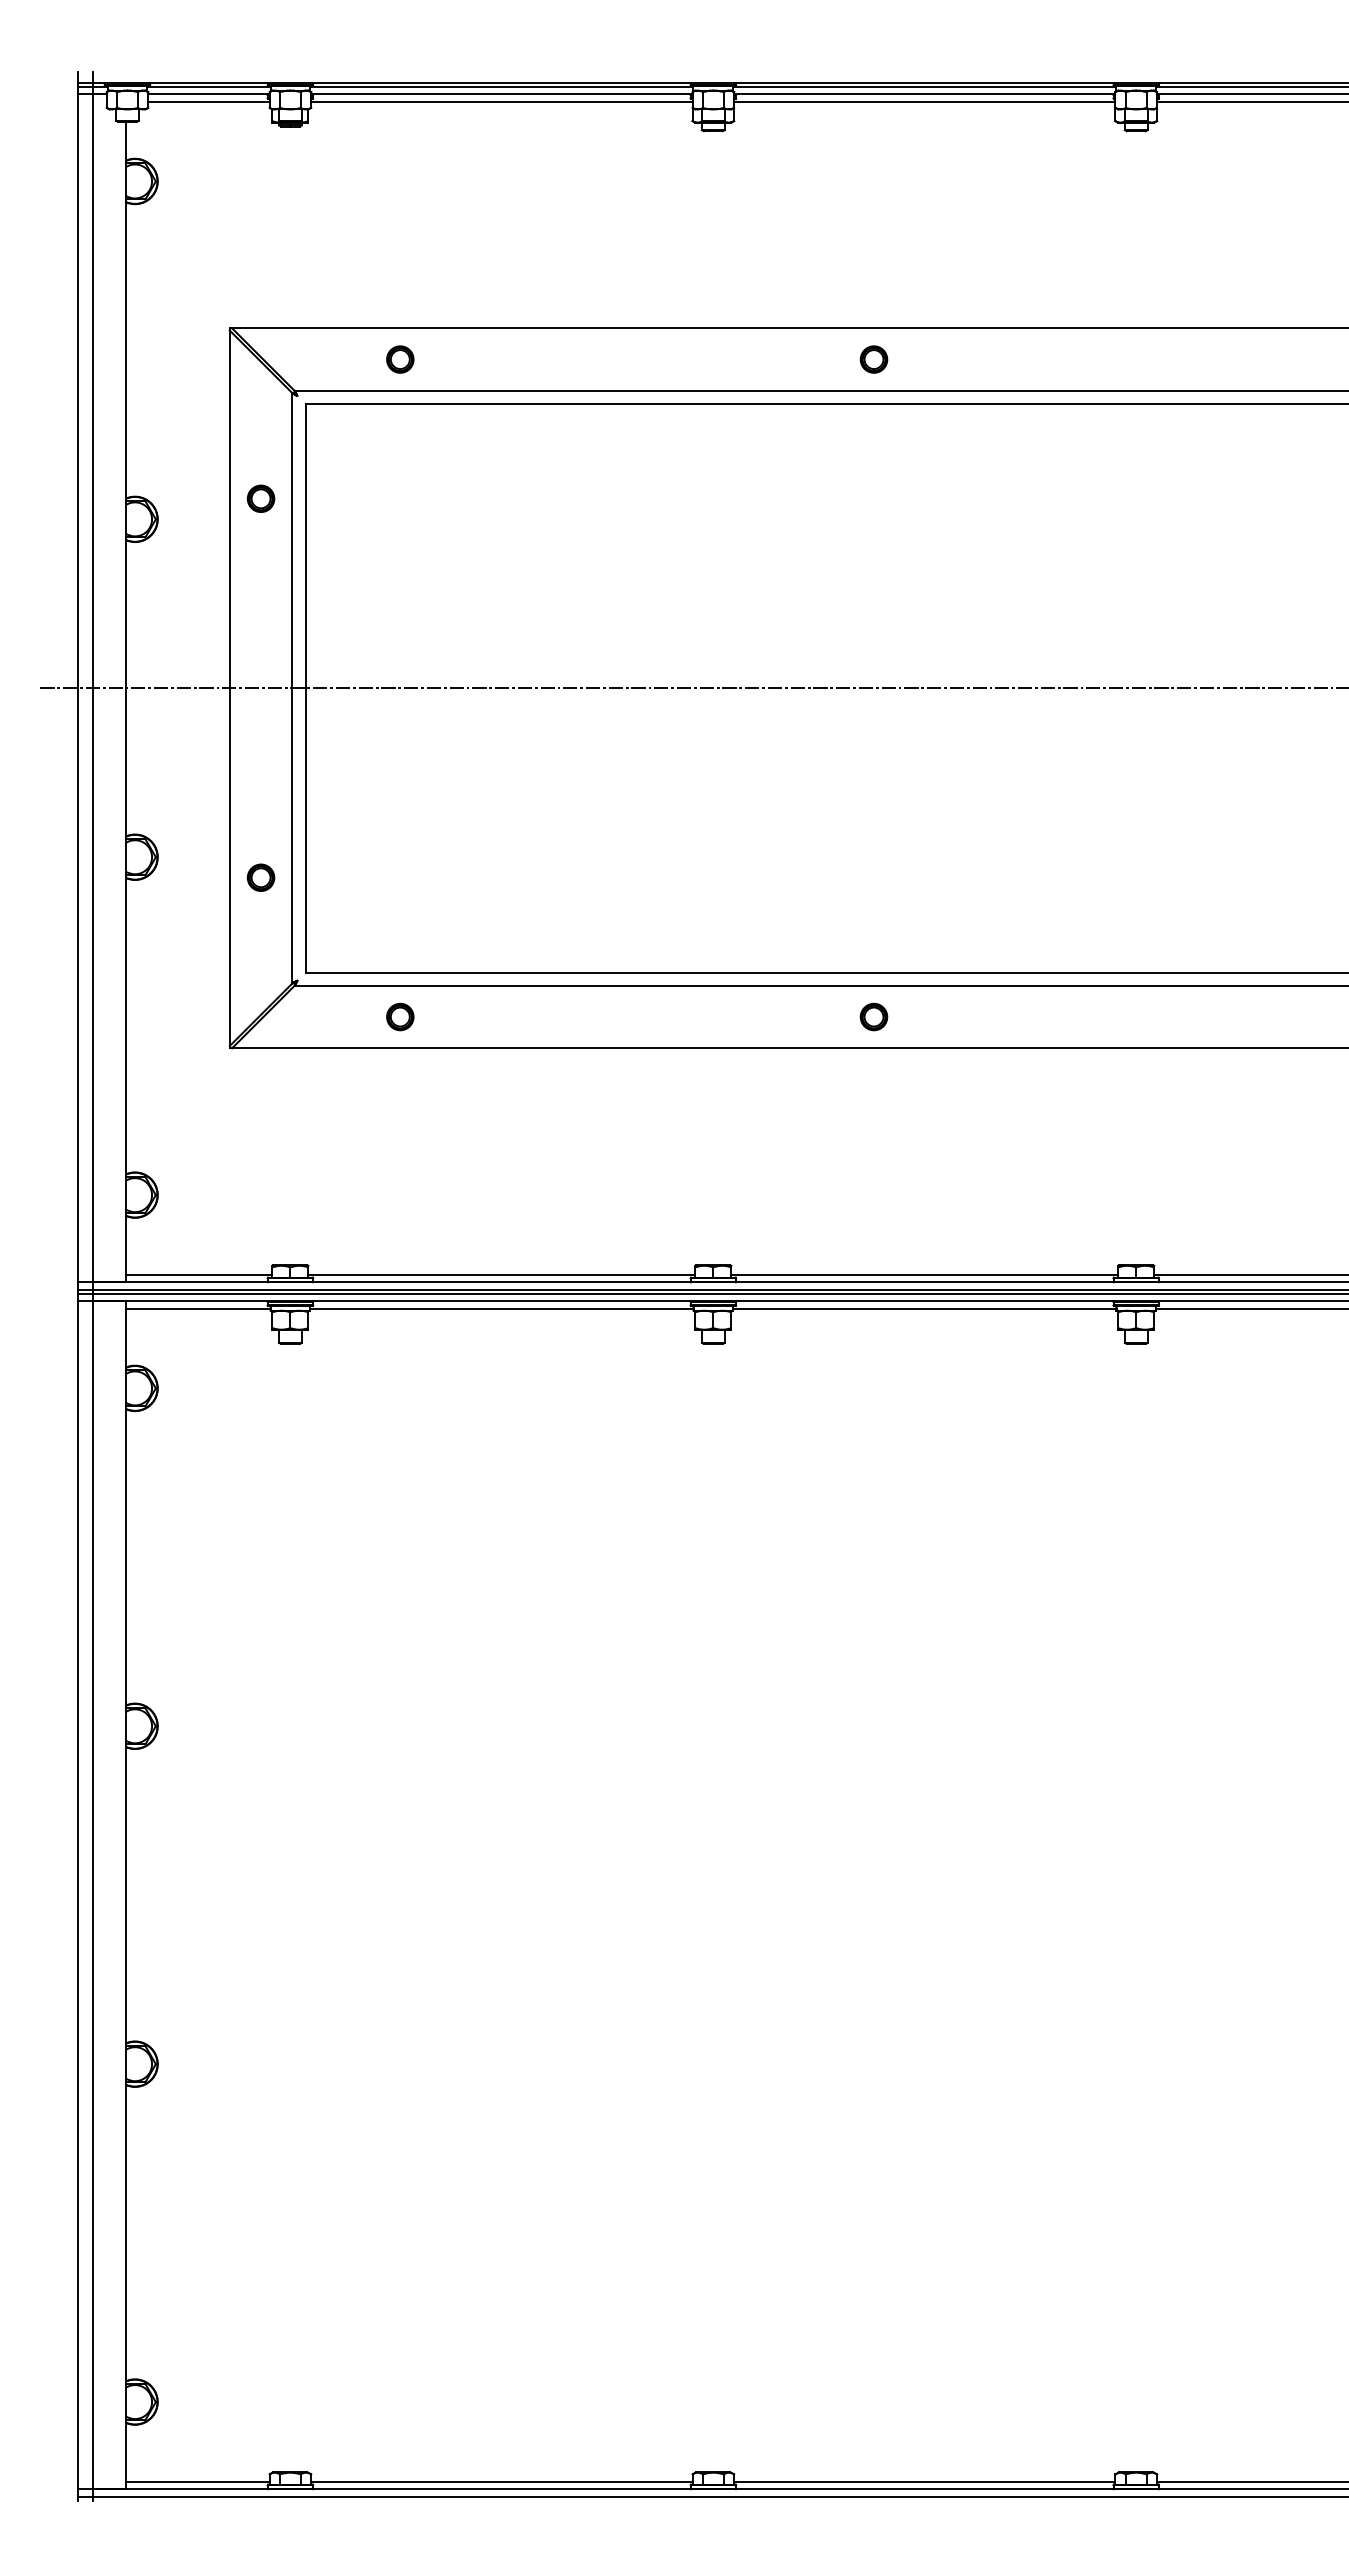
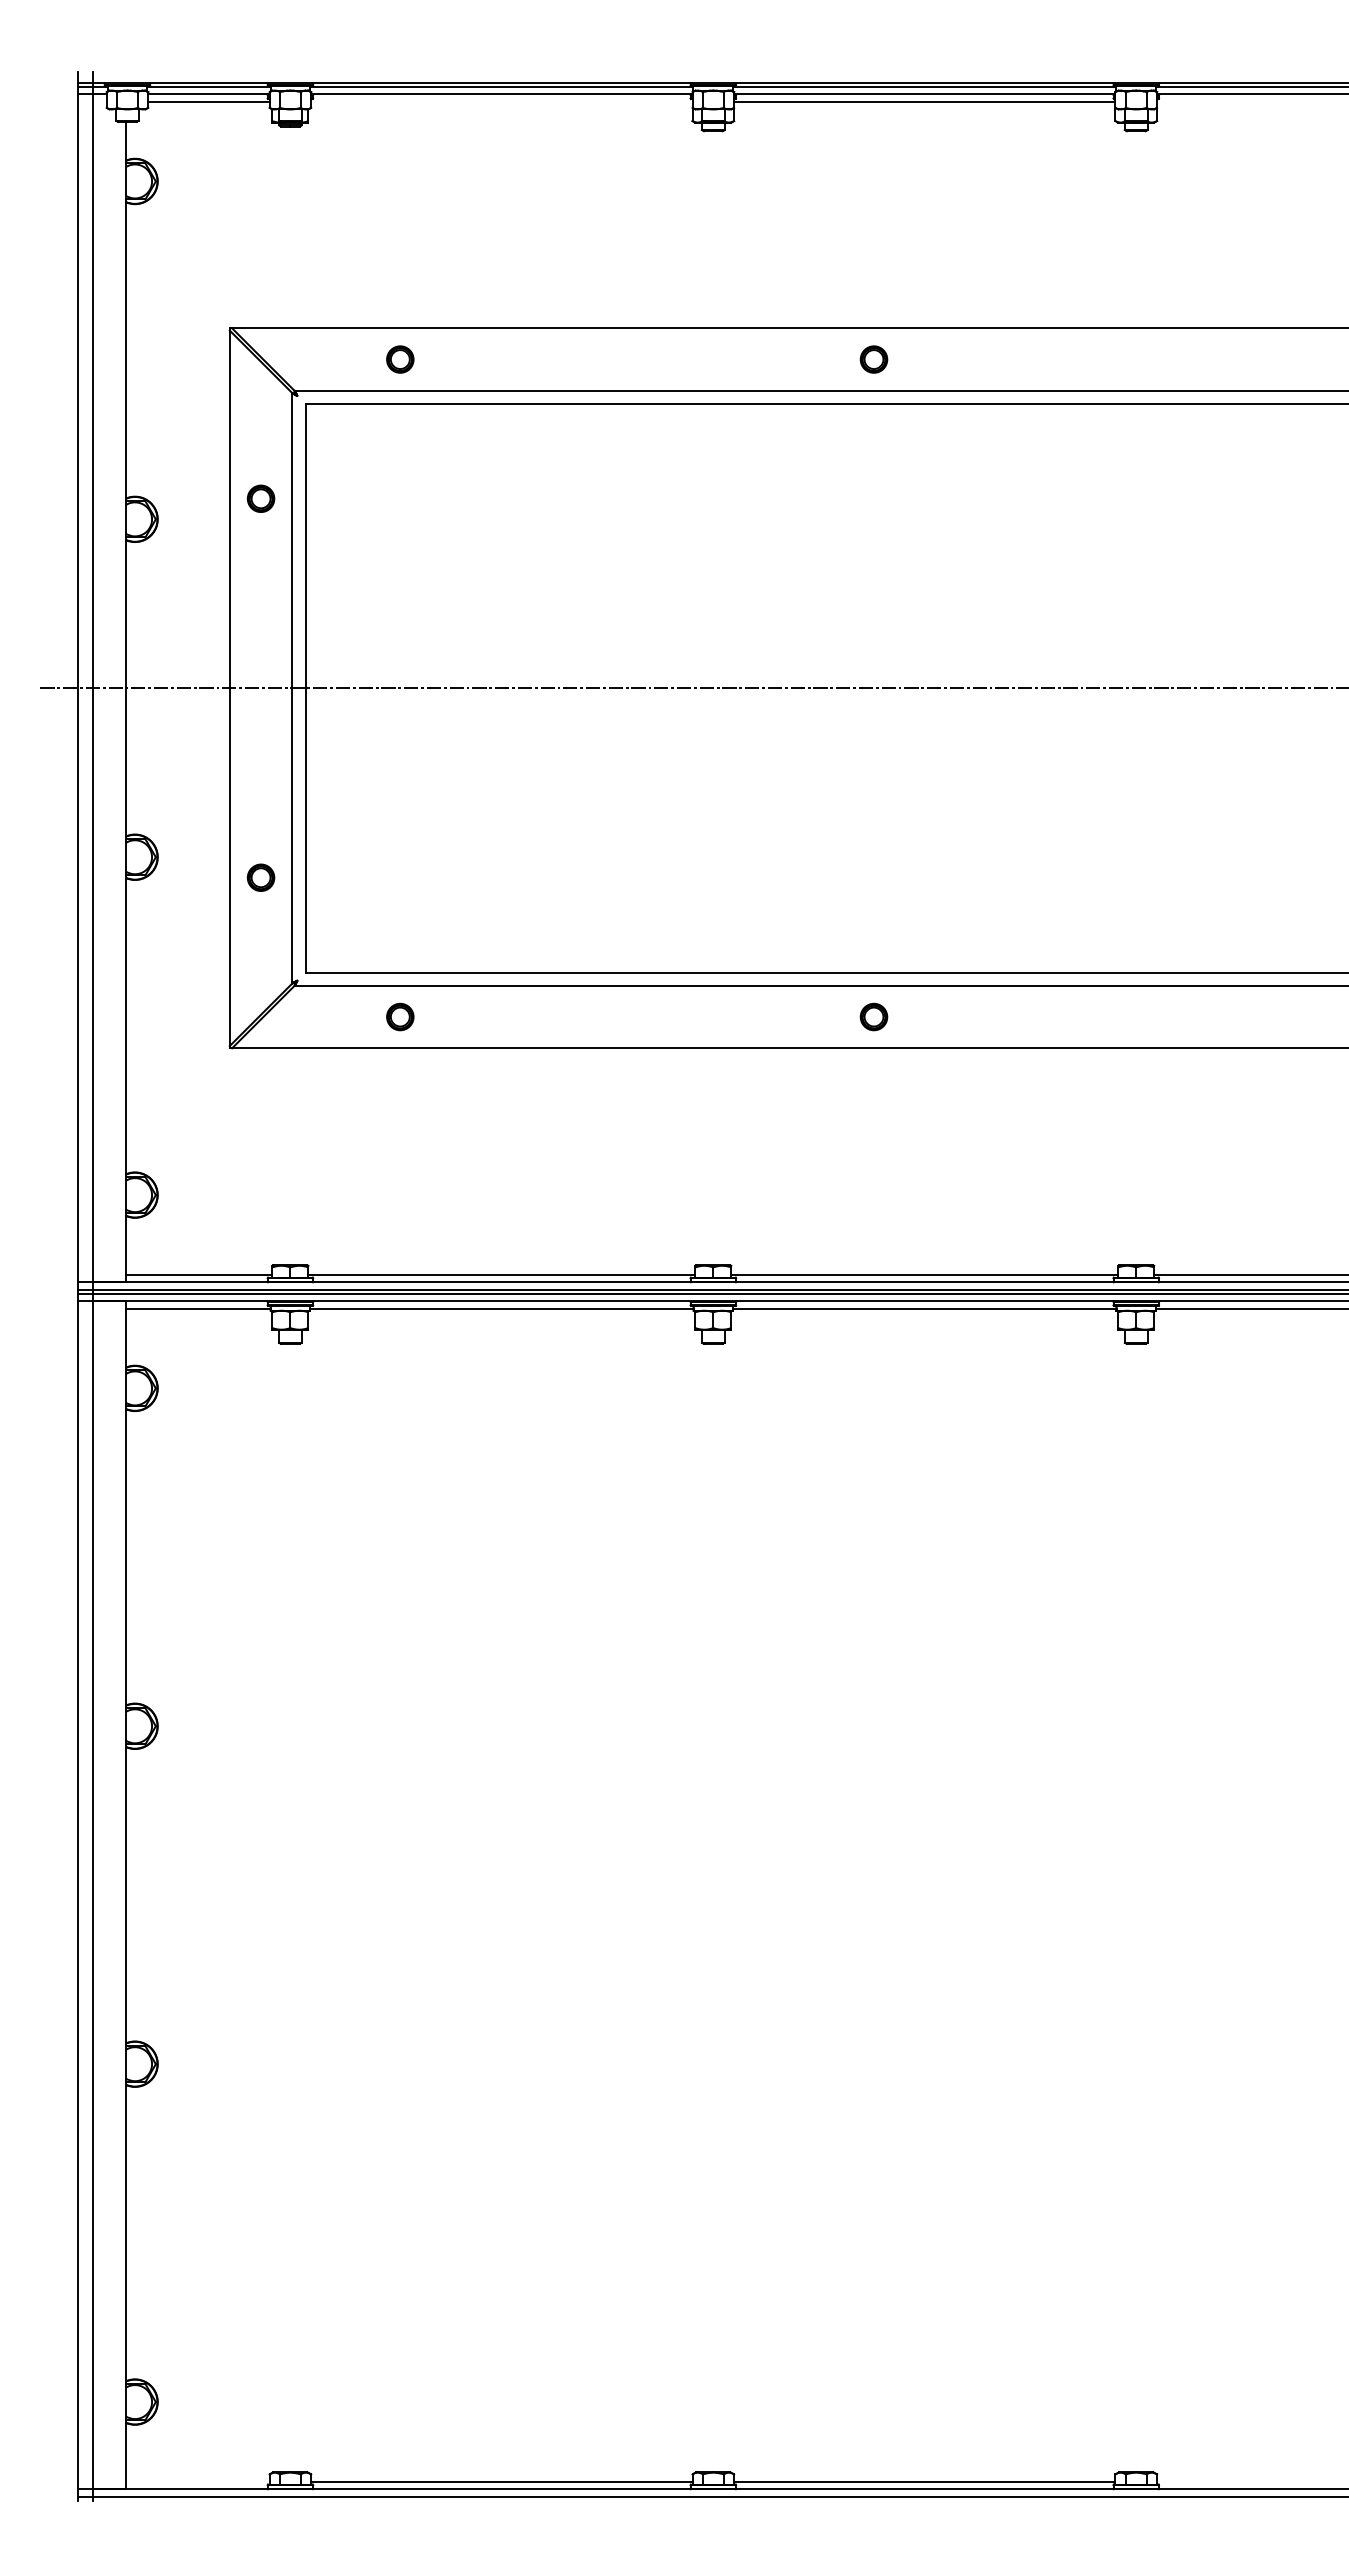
line at (501, 101): present -> none
line at (1251, 101): present -> none
line at (197, 2481): present -> none
line at (1251, 2481): present -> none
